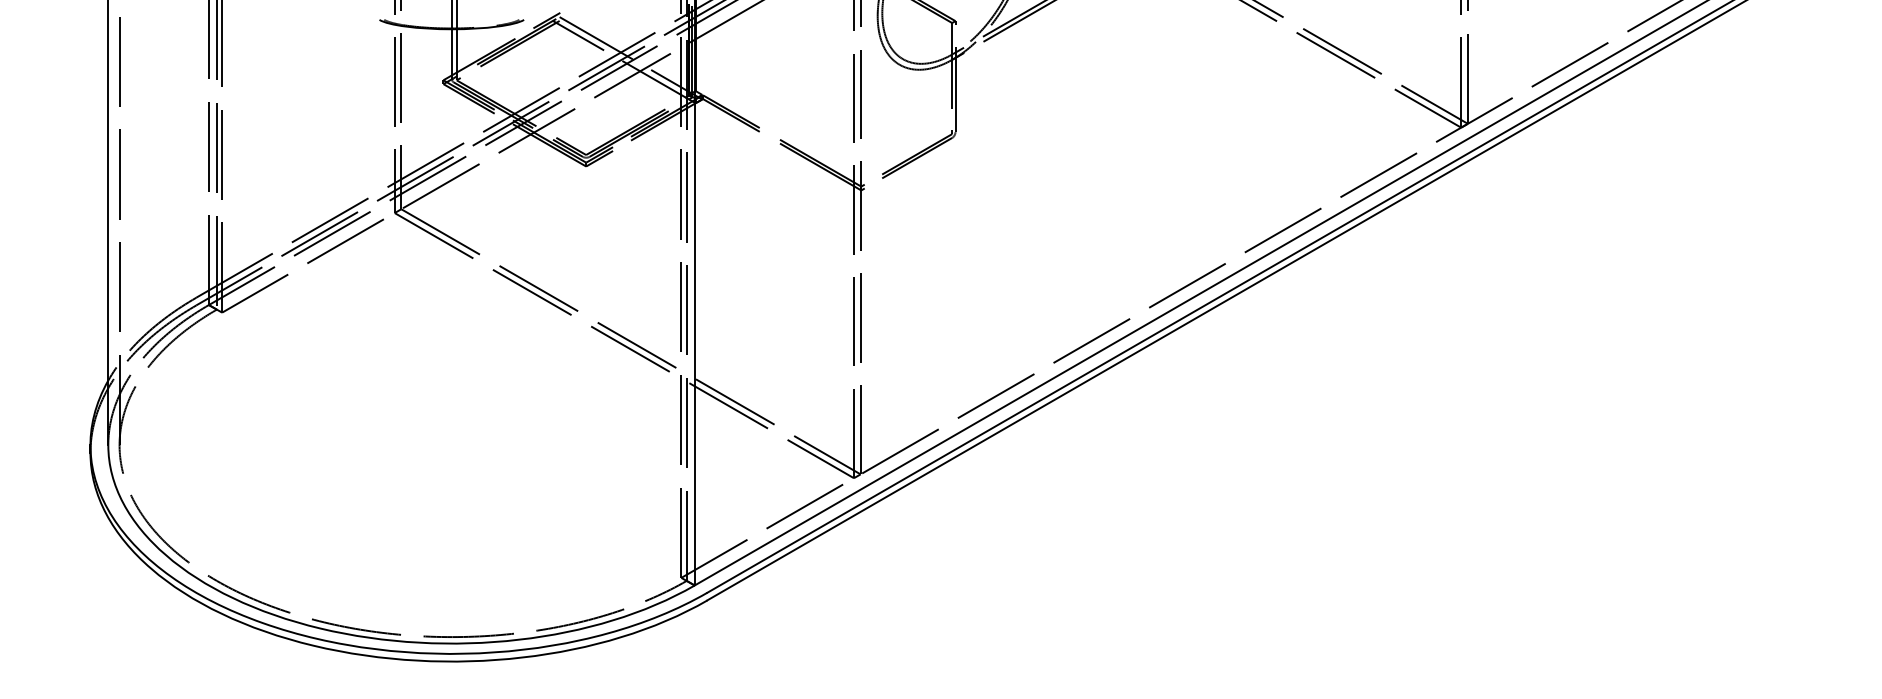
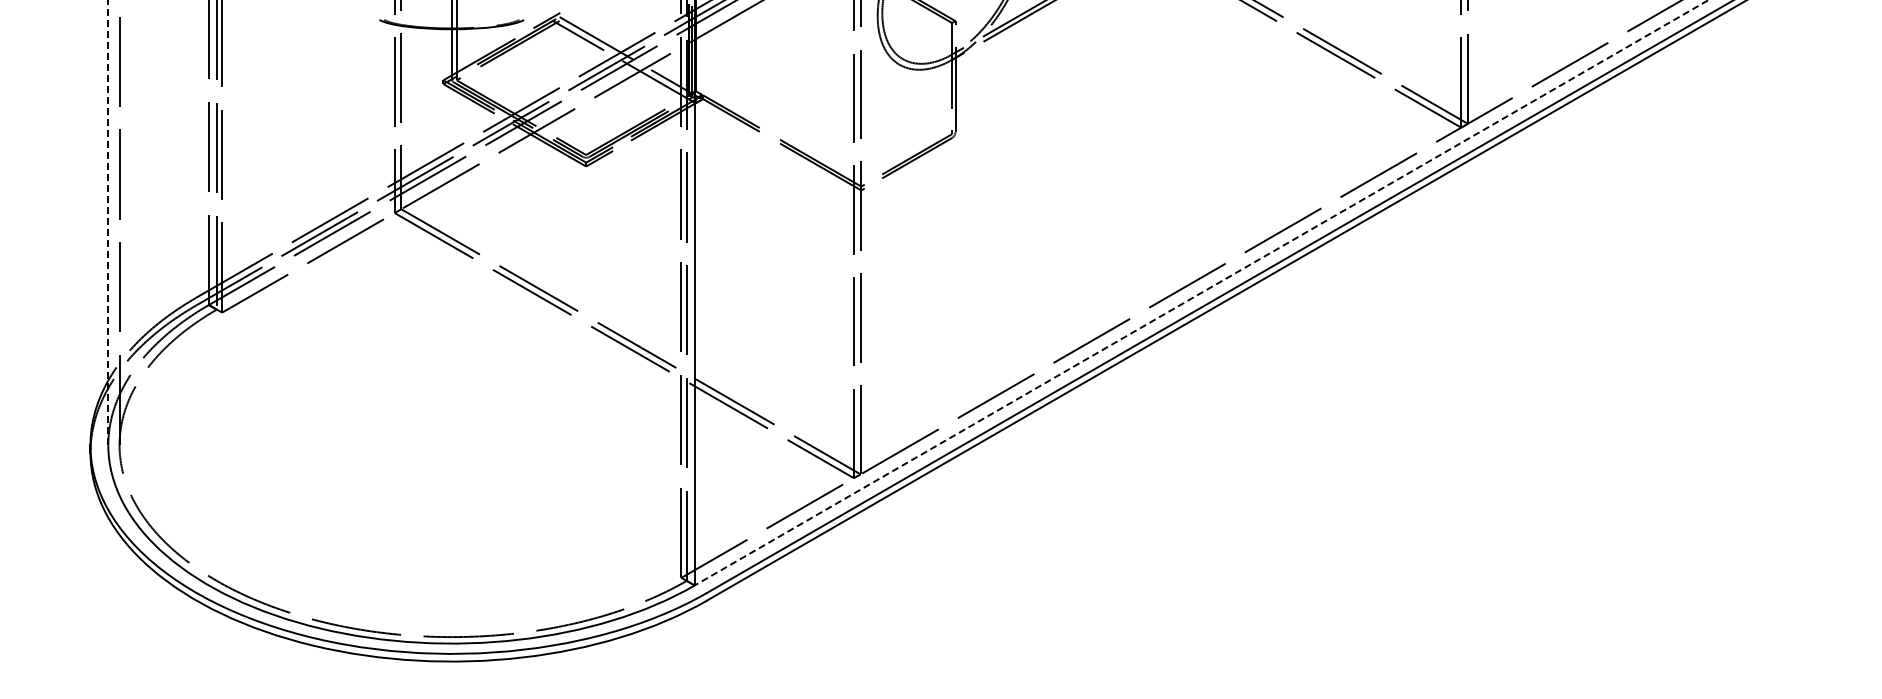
line at (108, 222): solid -> dashed
line at (1201, 293): solid -> dashed
